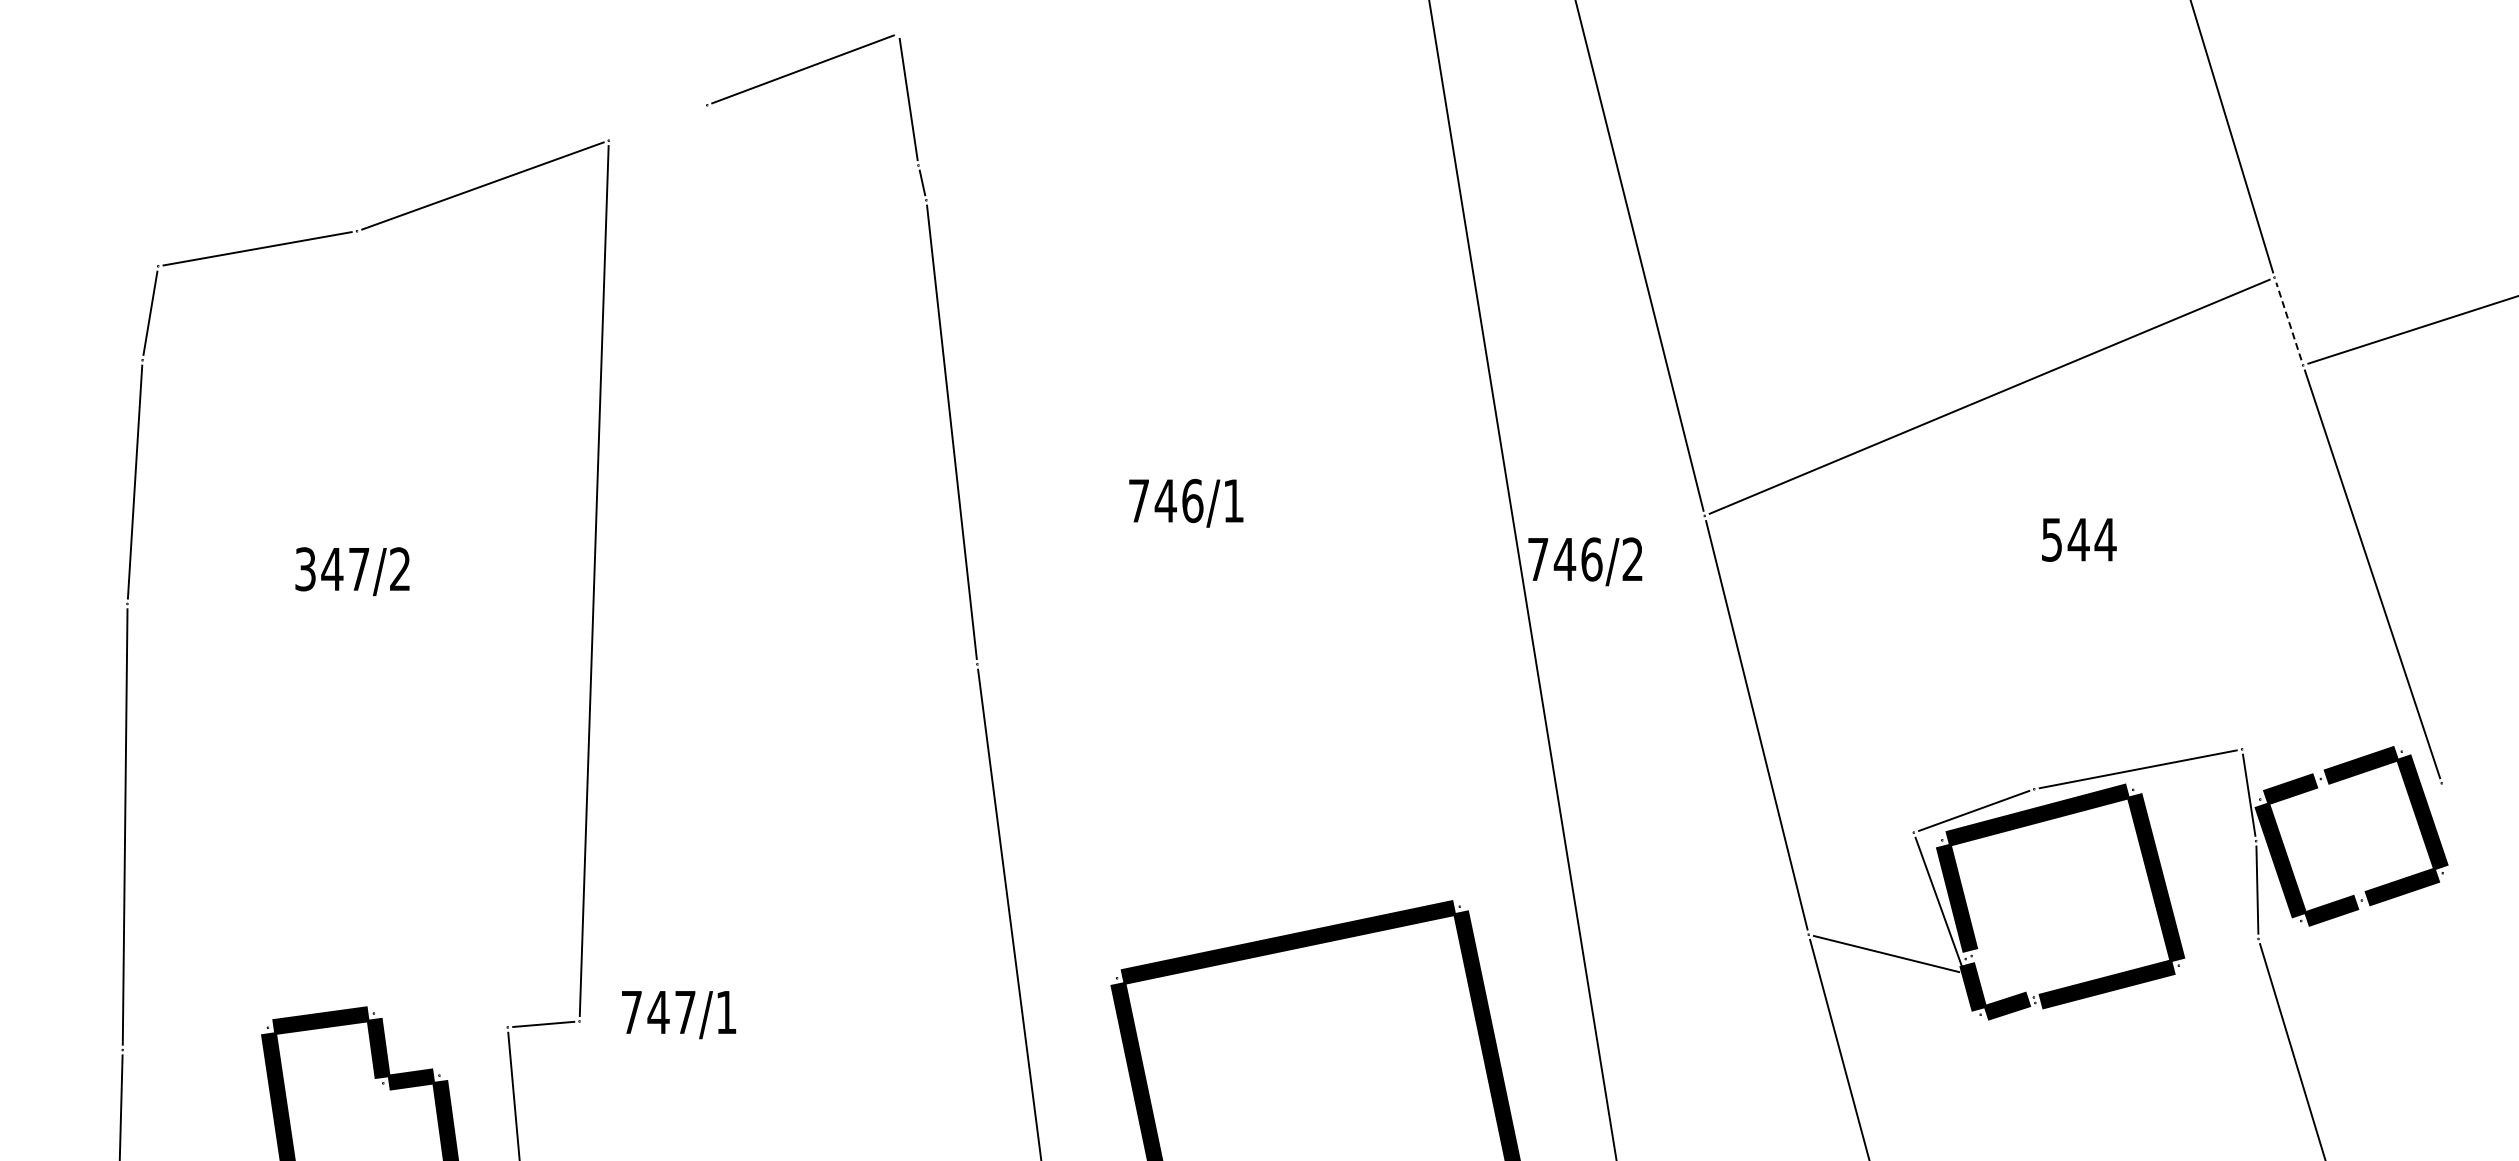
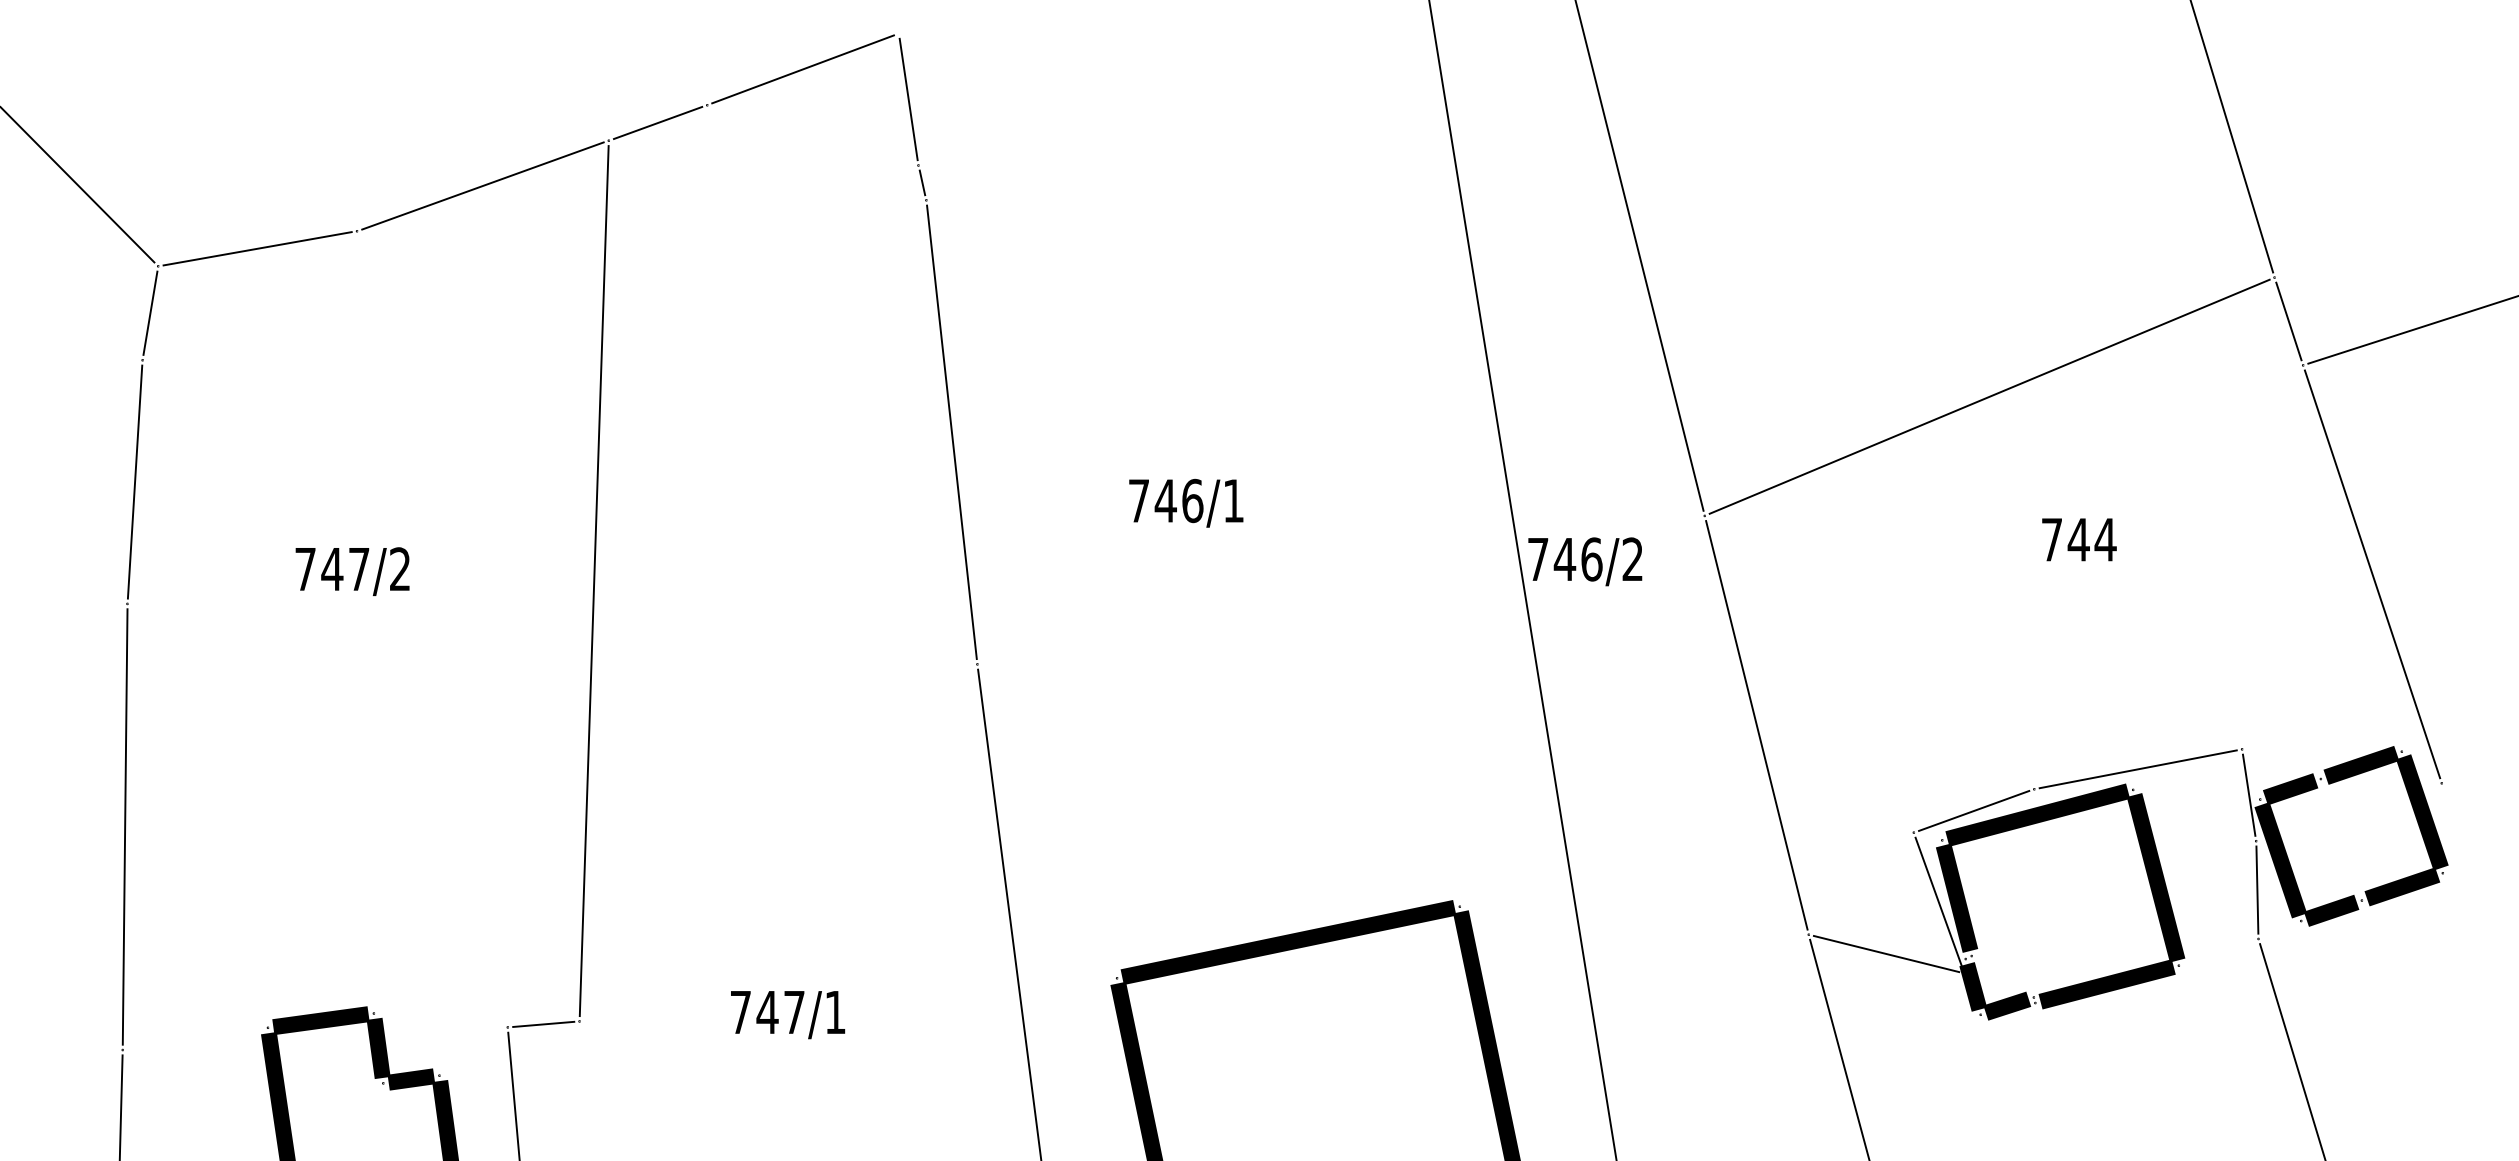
line at (657, 122): none -> present
line at (78, 185): none -> present
line at (2288, 321): dashed -> solid
text at (2051, 539): 544 -> 744
text at (305, 569): 347/2 -> 747/2
text at (679, 1015) position: (679, 1015) -> (788, 1015)
